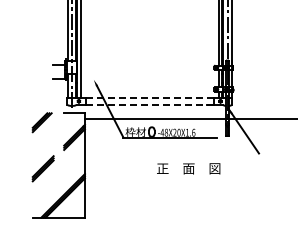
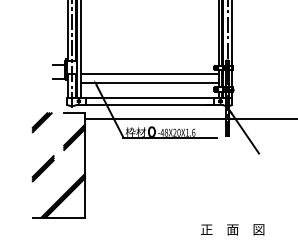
line at (149, 74): none -> present
line at (149, 82): none -> present
line at (149, 97): dashed -> solid
line at (149, 104): dashed -> solid
text at (188, 168) position: (188, 168) -> (232, 229)
